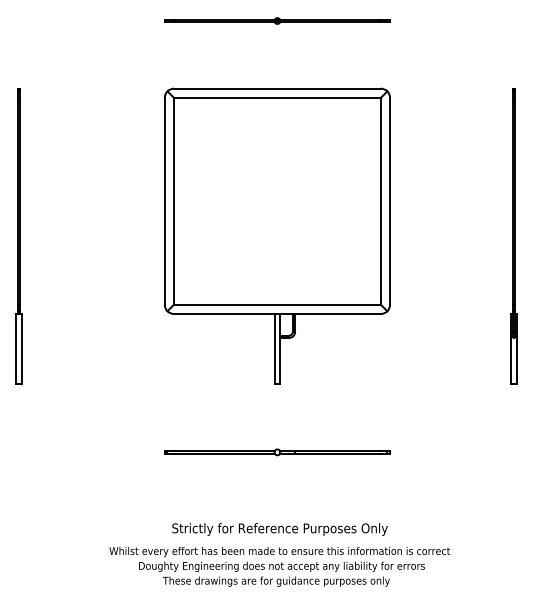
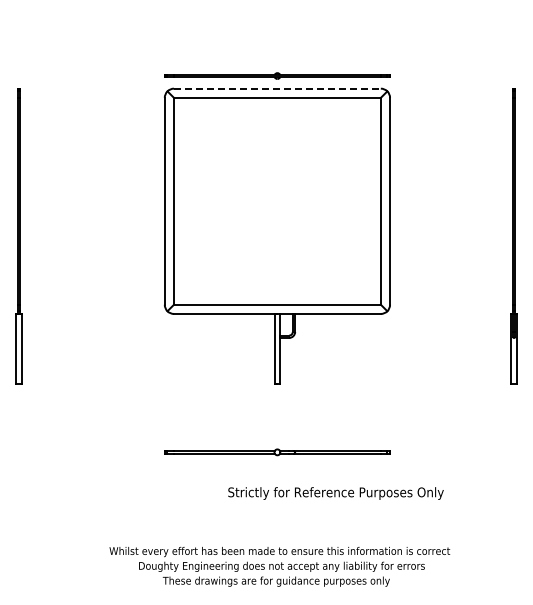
part at (277, 20) position: (277, 20) -> (277, 75)
line at (277, 88): solid -> dashed
text at (279, 529) position: (279, 529) -> (335, 493)
